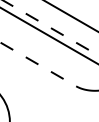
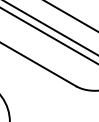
line at (50, 27): dashed -> solid
line at (38, 64): dashed -> solid
